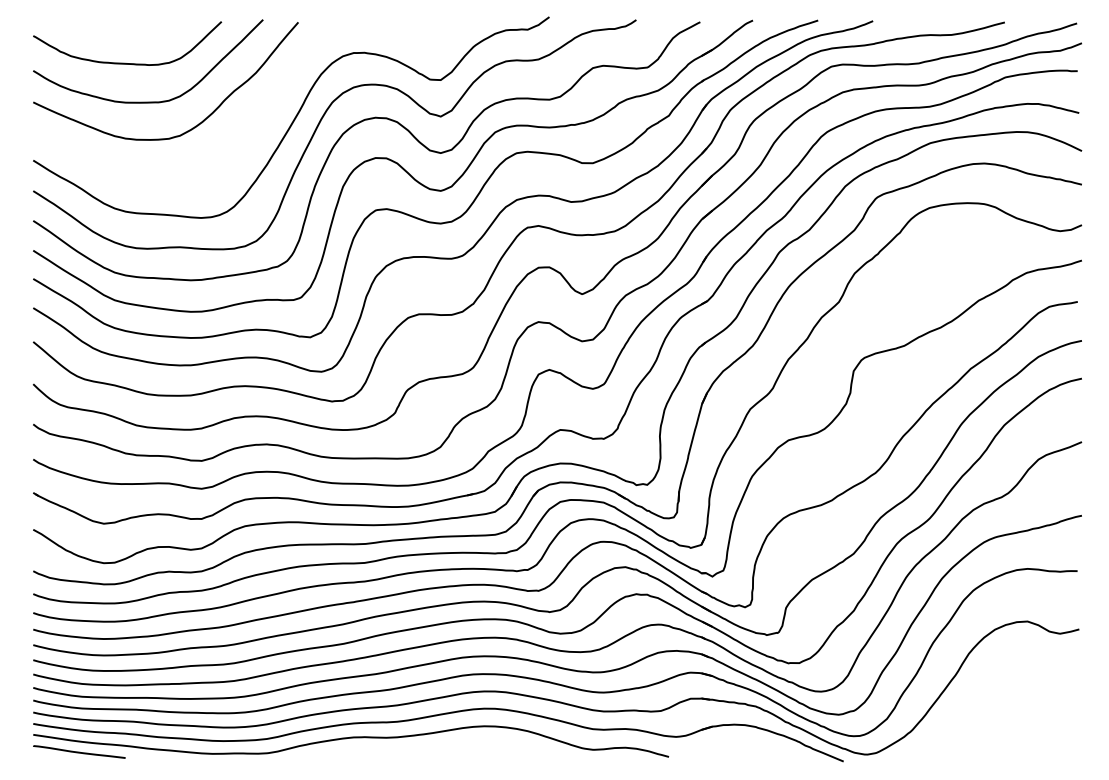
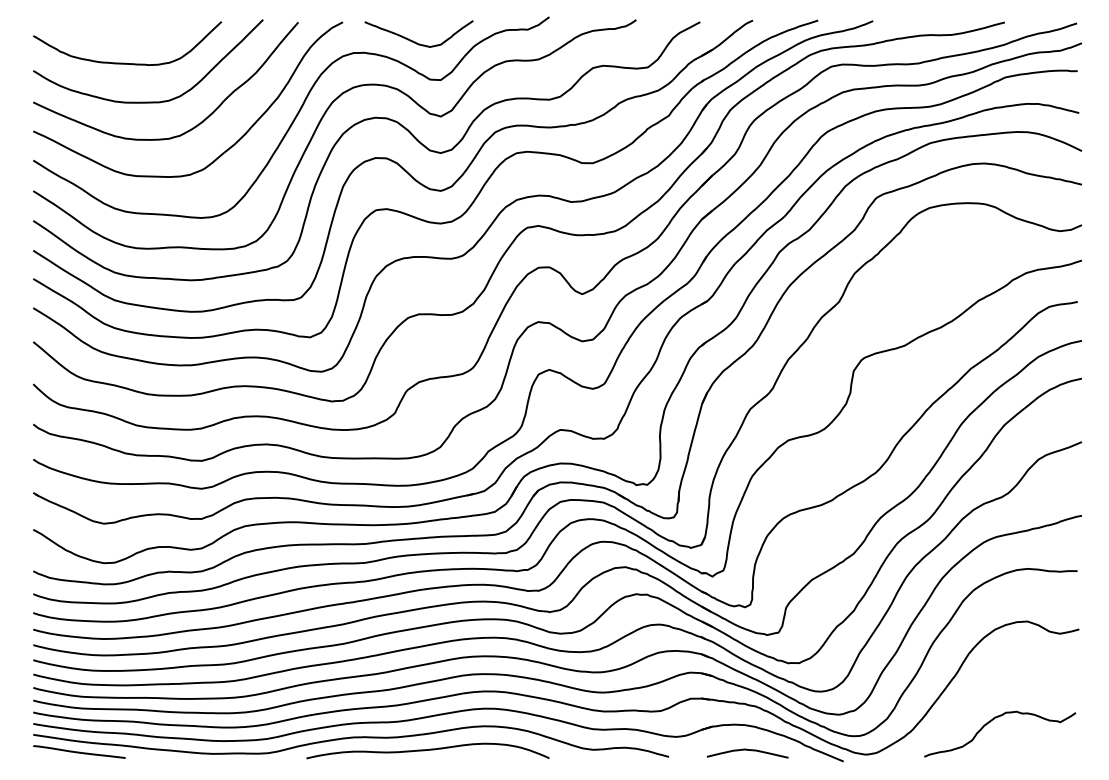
curve at (415, 41): none -> present
curve at (227, 148): none -> present
curve at (993, 720): none -> present
curve at (427, 750): none -> present
curve at (747, 750): none -> present
